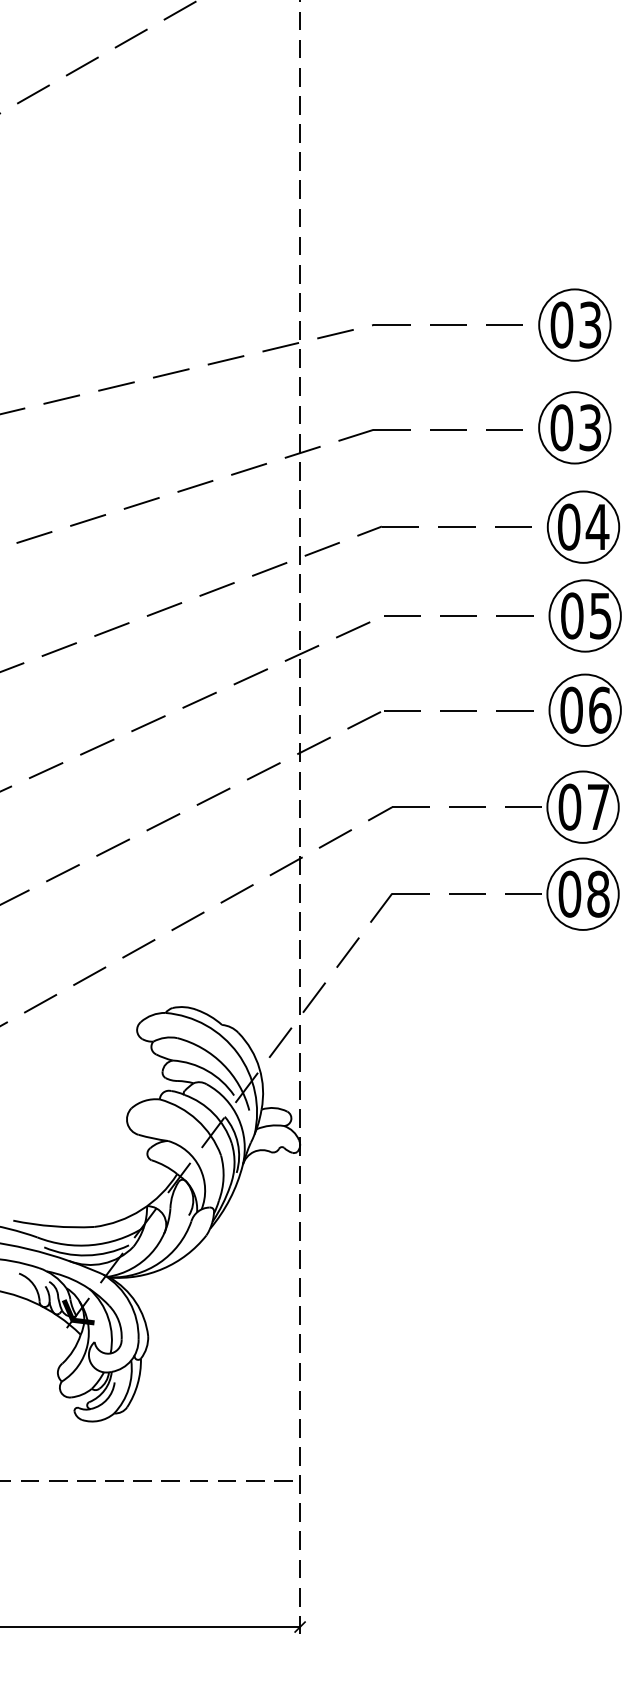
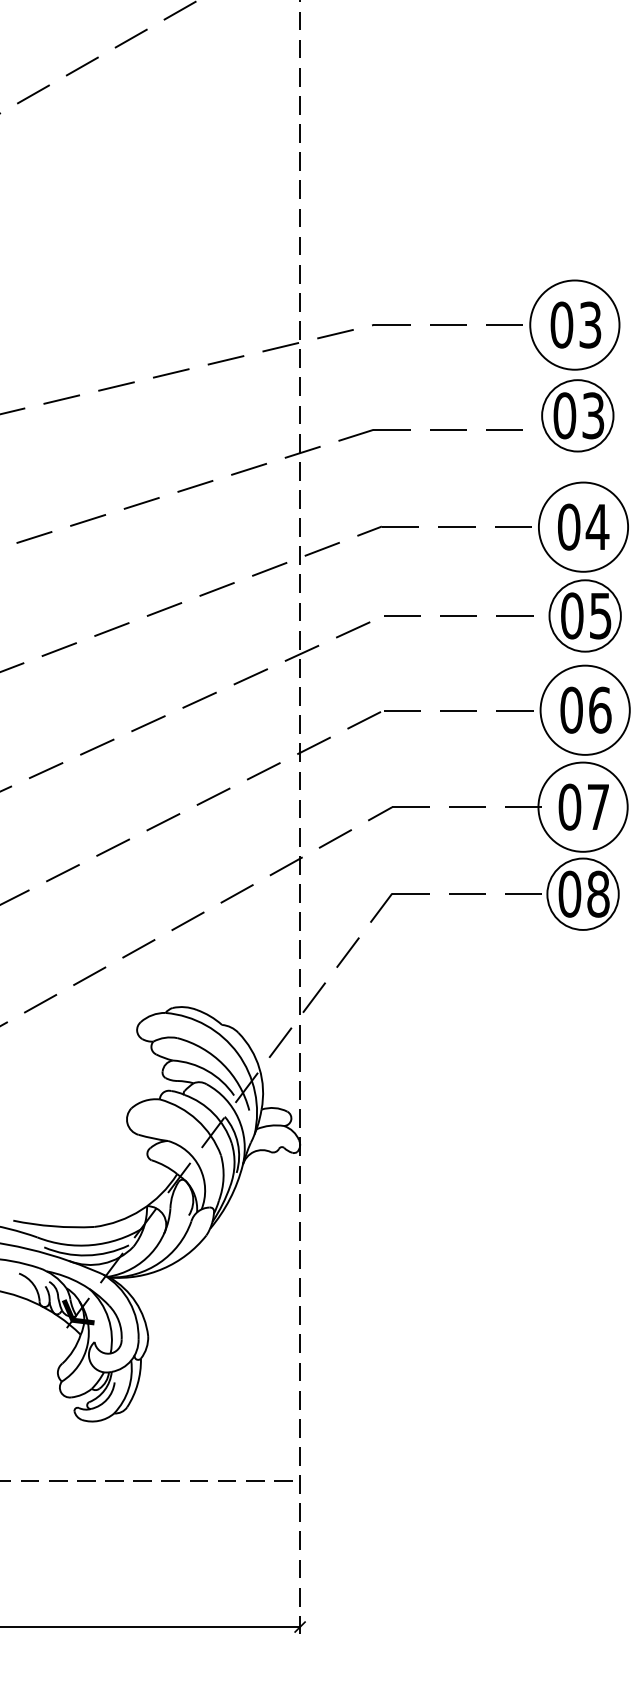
circle at (574, 324) diameter: 71 px -> 89 px
part at (574, 427) position: (574, 427) -> (577, 415)
circle at (583, 526) diameter: 71 px -> 89 px
circle at (584, 709) diameter: 71 px -> 89 px
circle at (582, 806) diameter: 71 px -> 89 px
